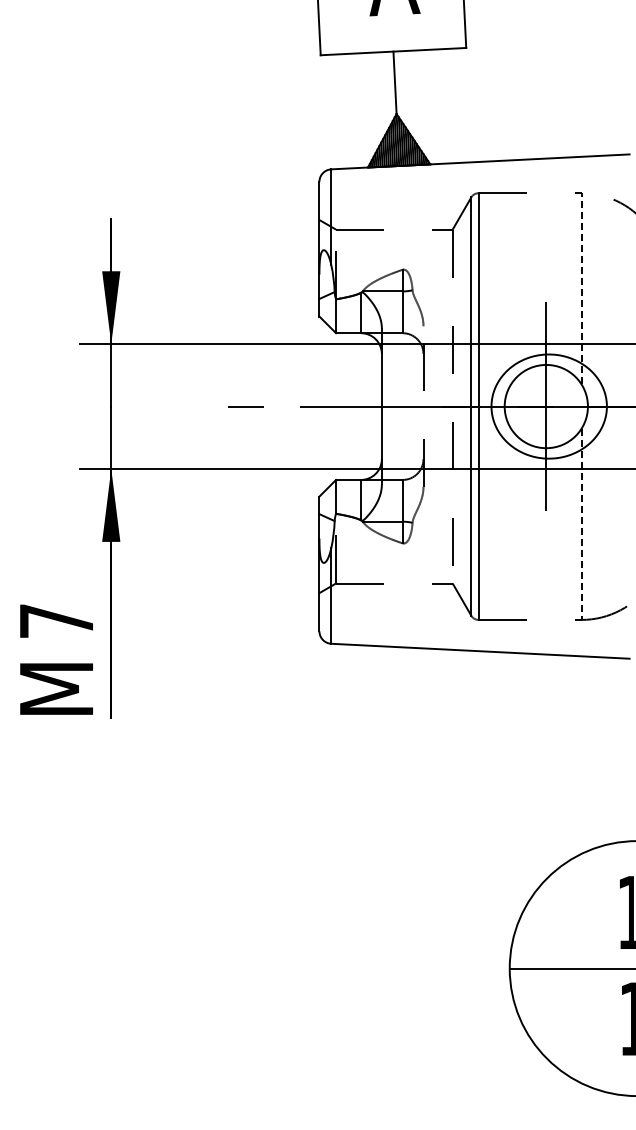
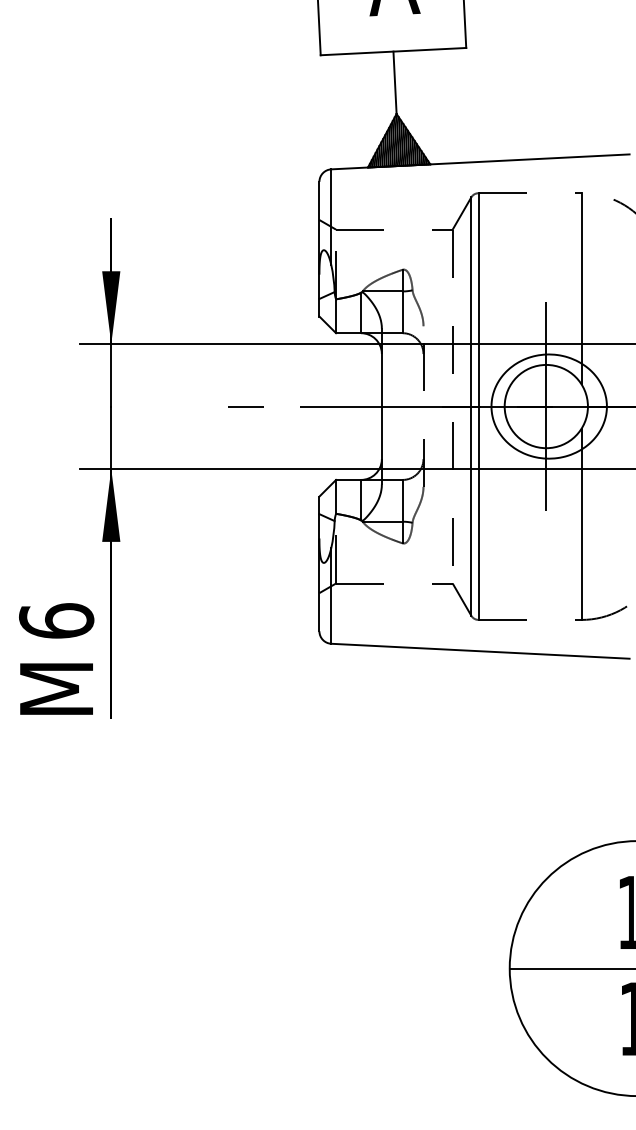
line at (581, 288): dashed -> solid
line at (581, 524): dashed -> solid
text at (56, 620): 7 -> 6
